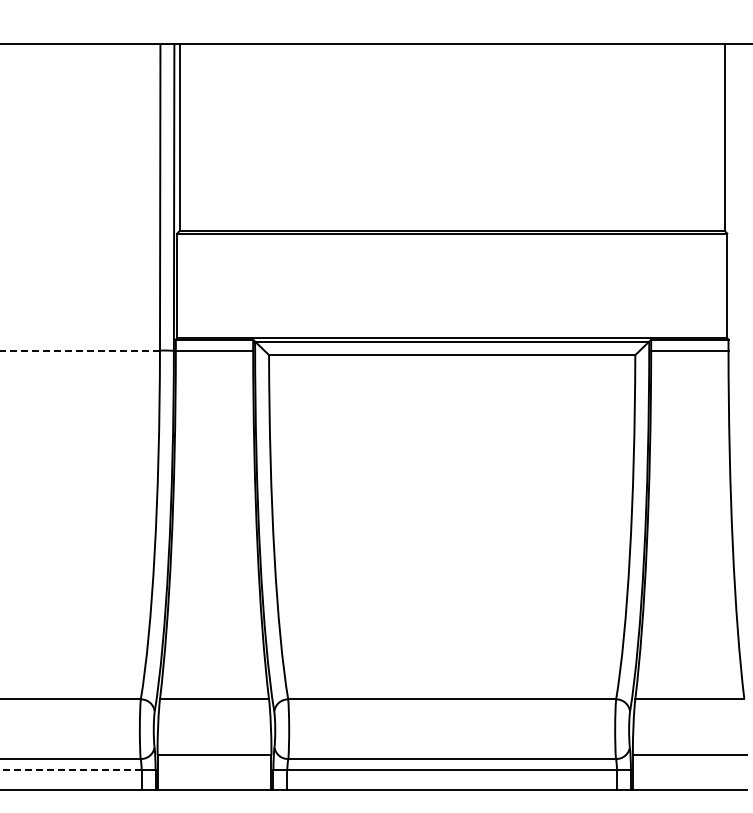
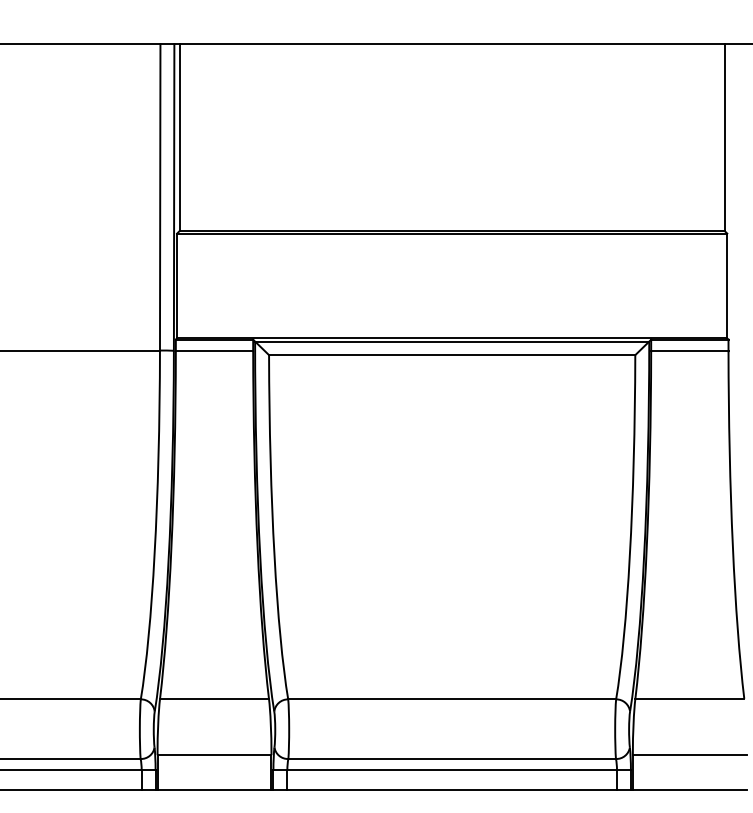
line at (79, 350): dashed -> solid
line at (70, 770): dashed -> solid
